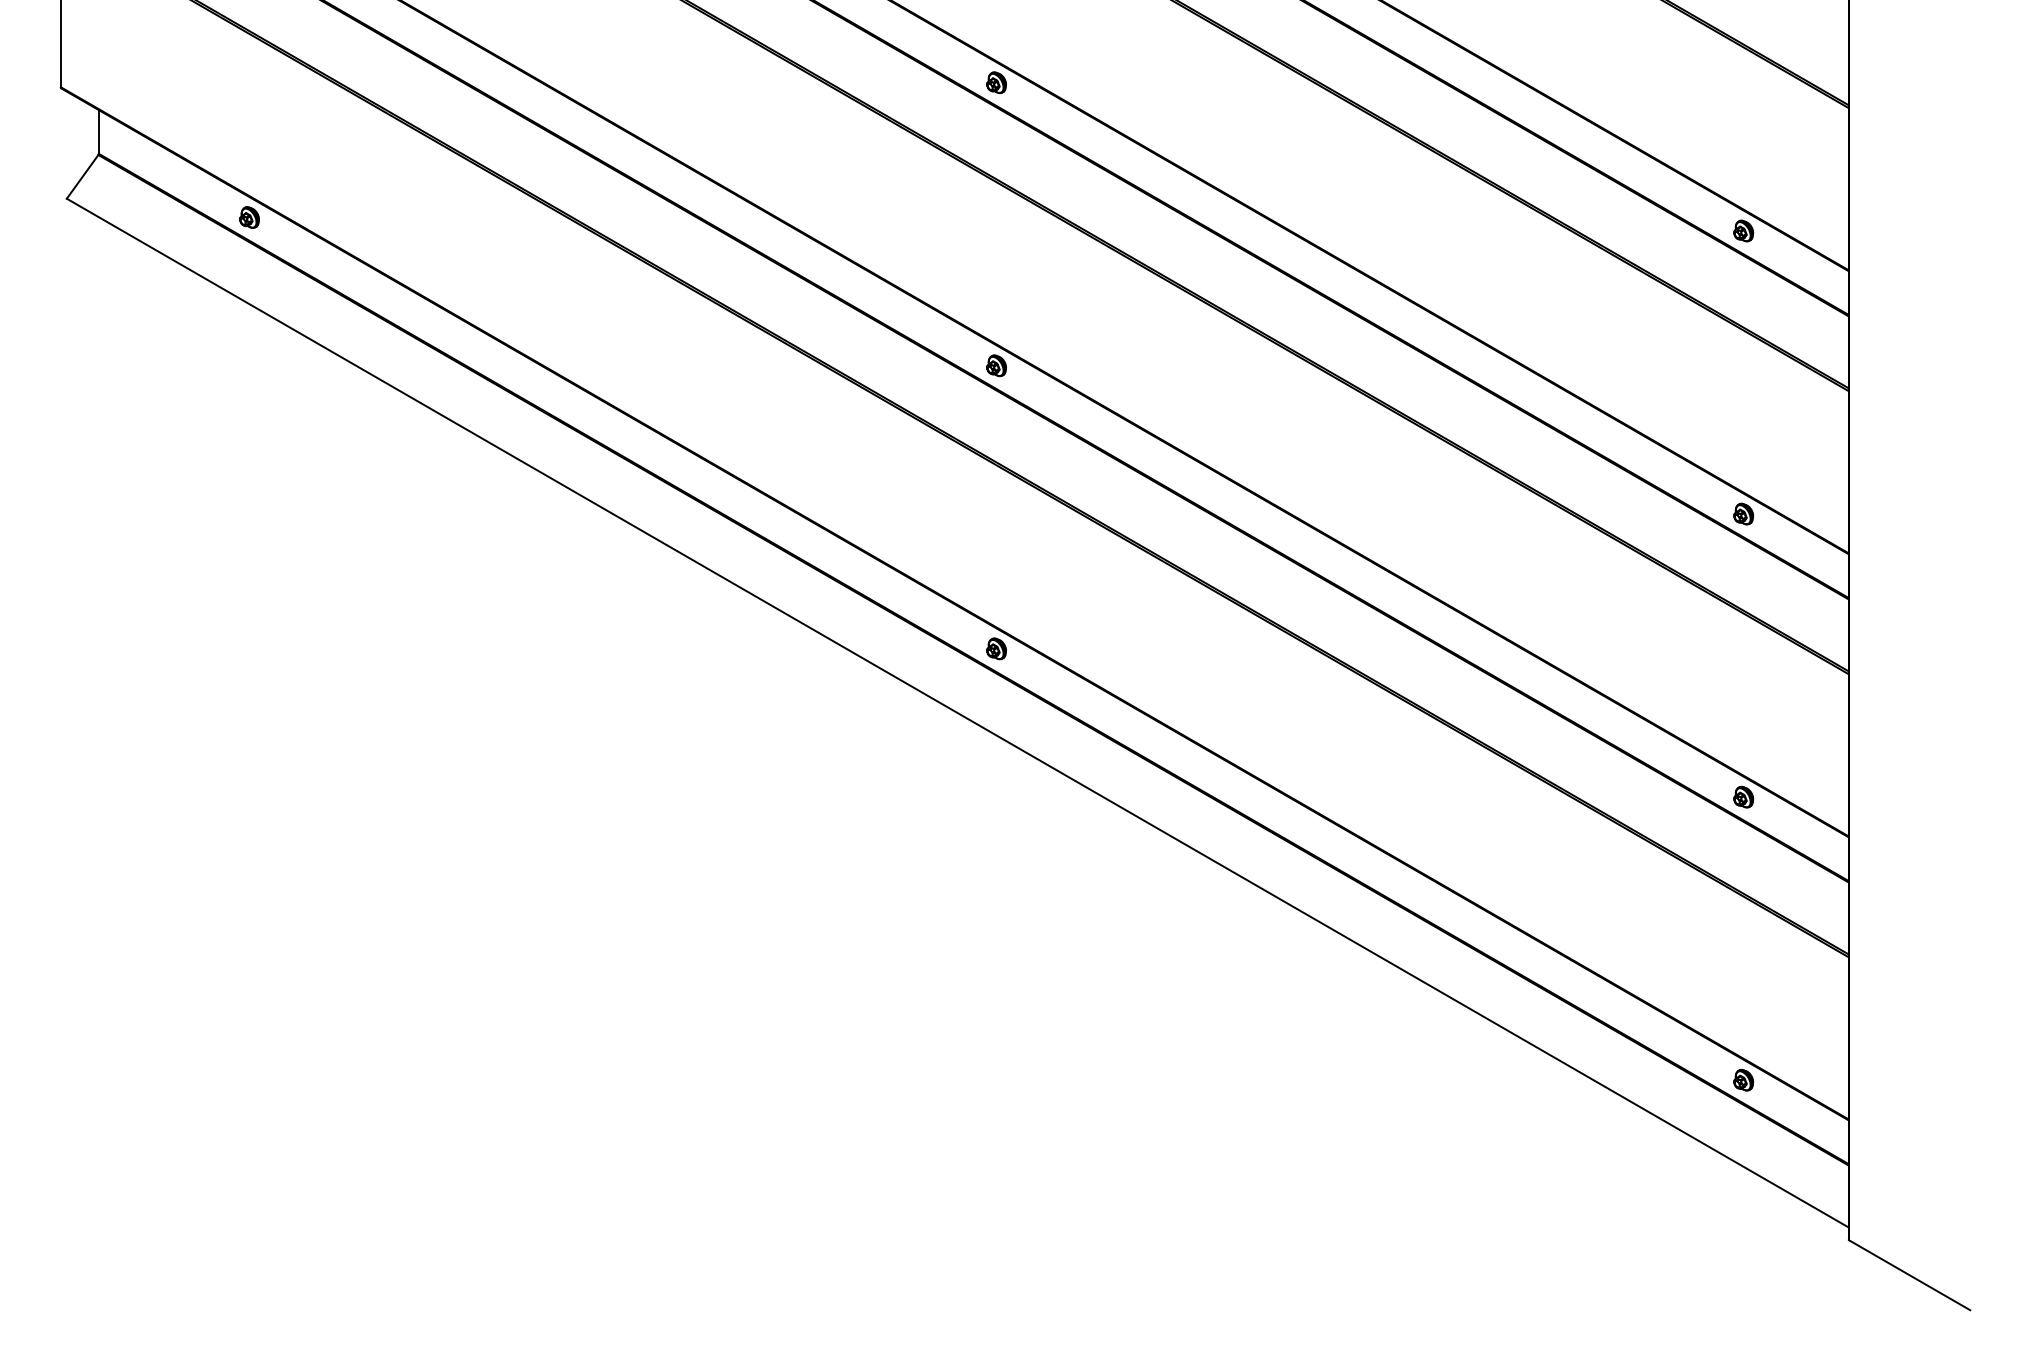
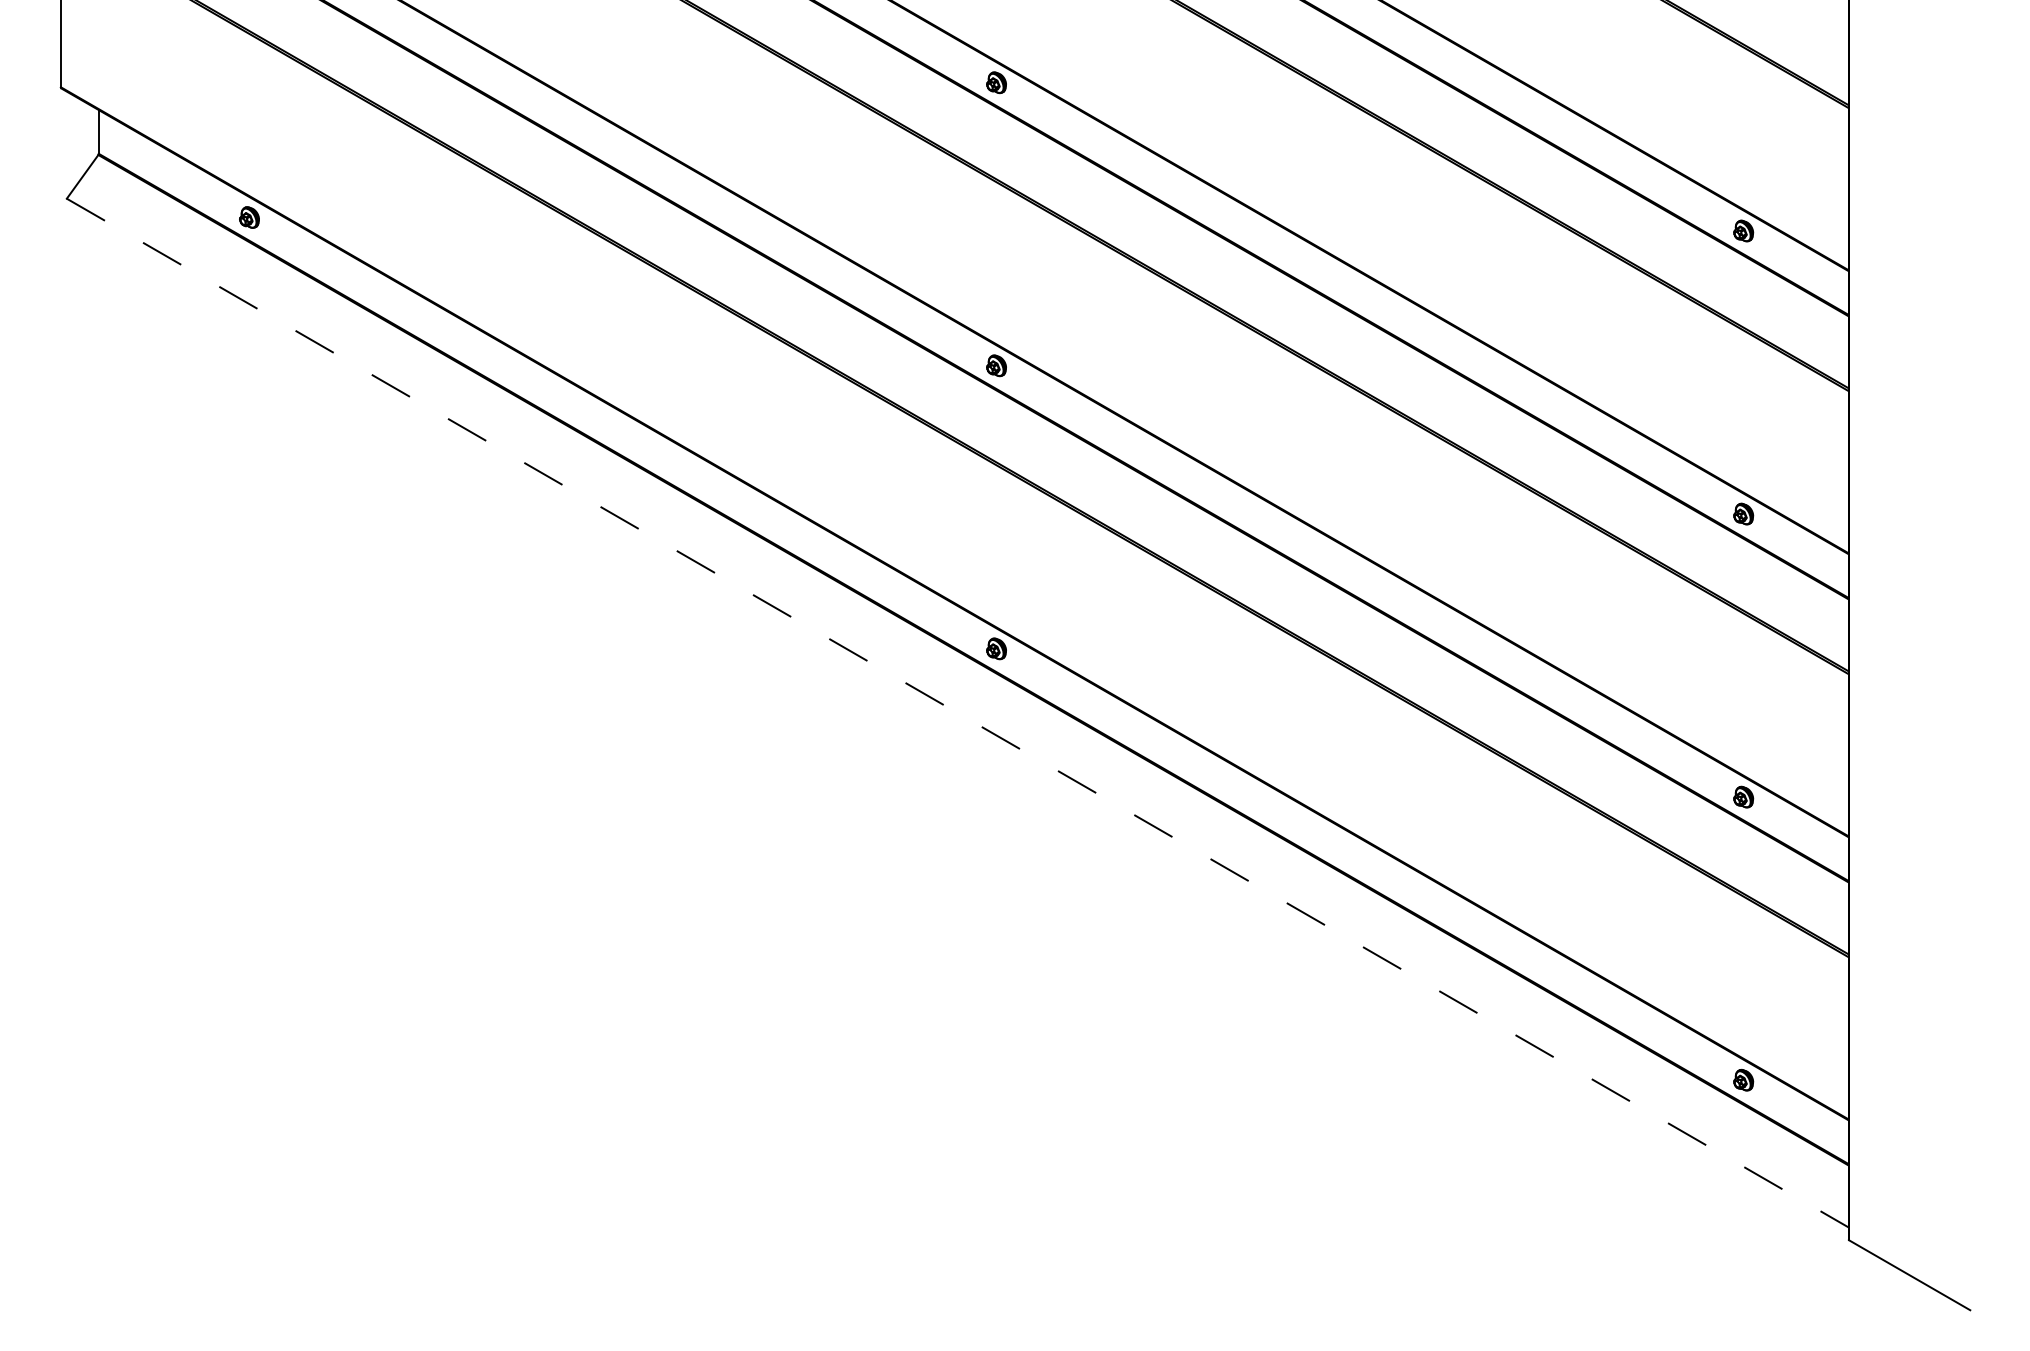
line at (957, 713): solid -> dashed
